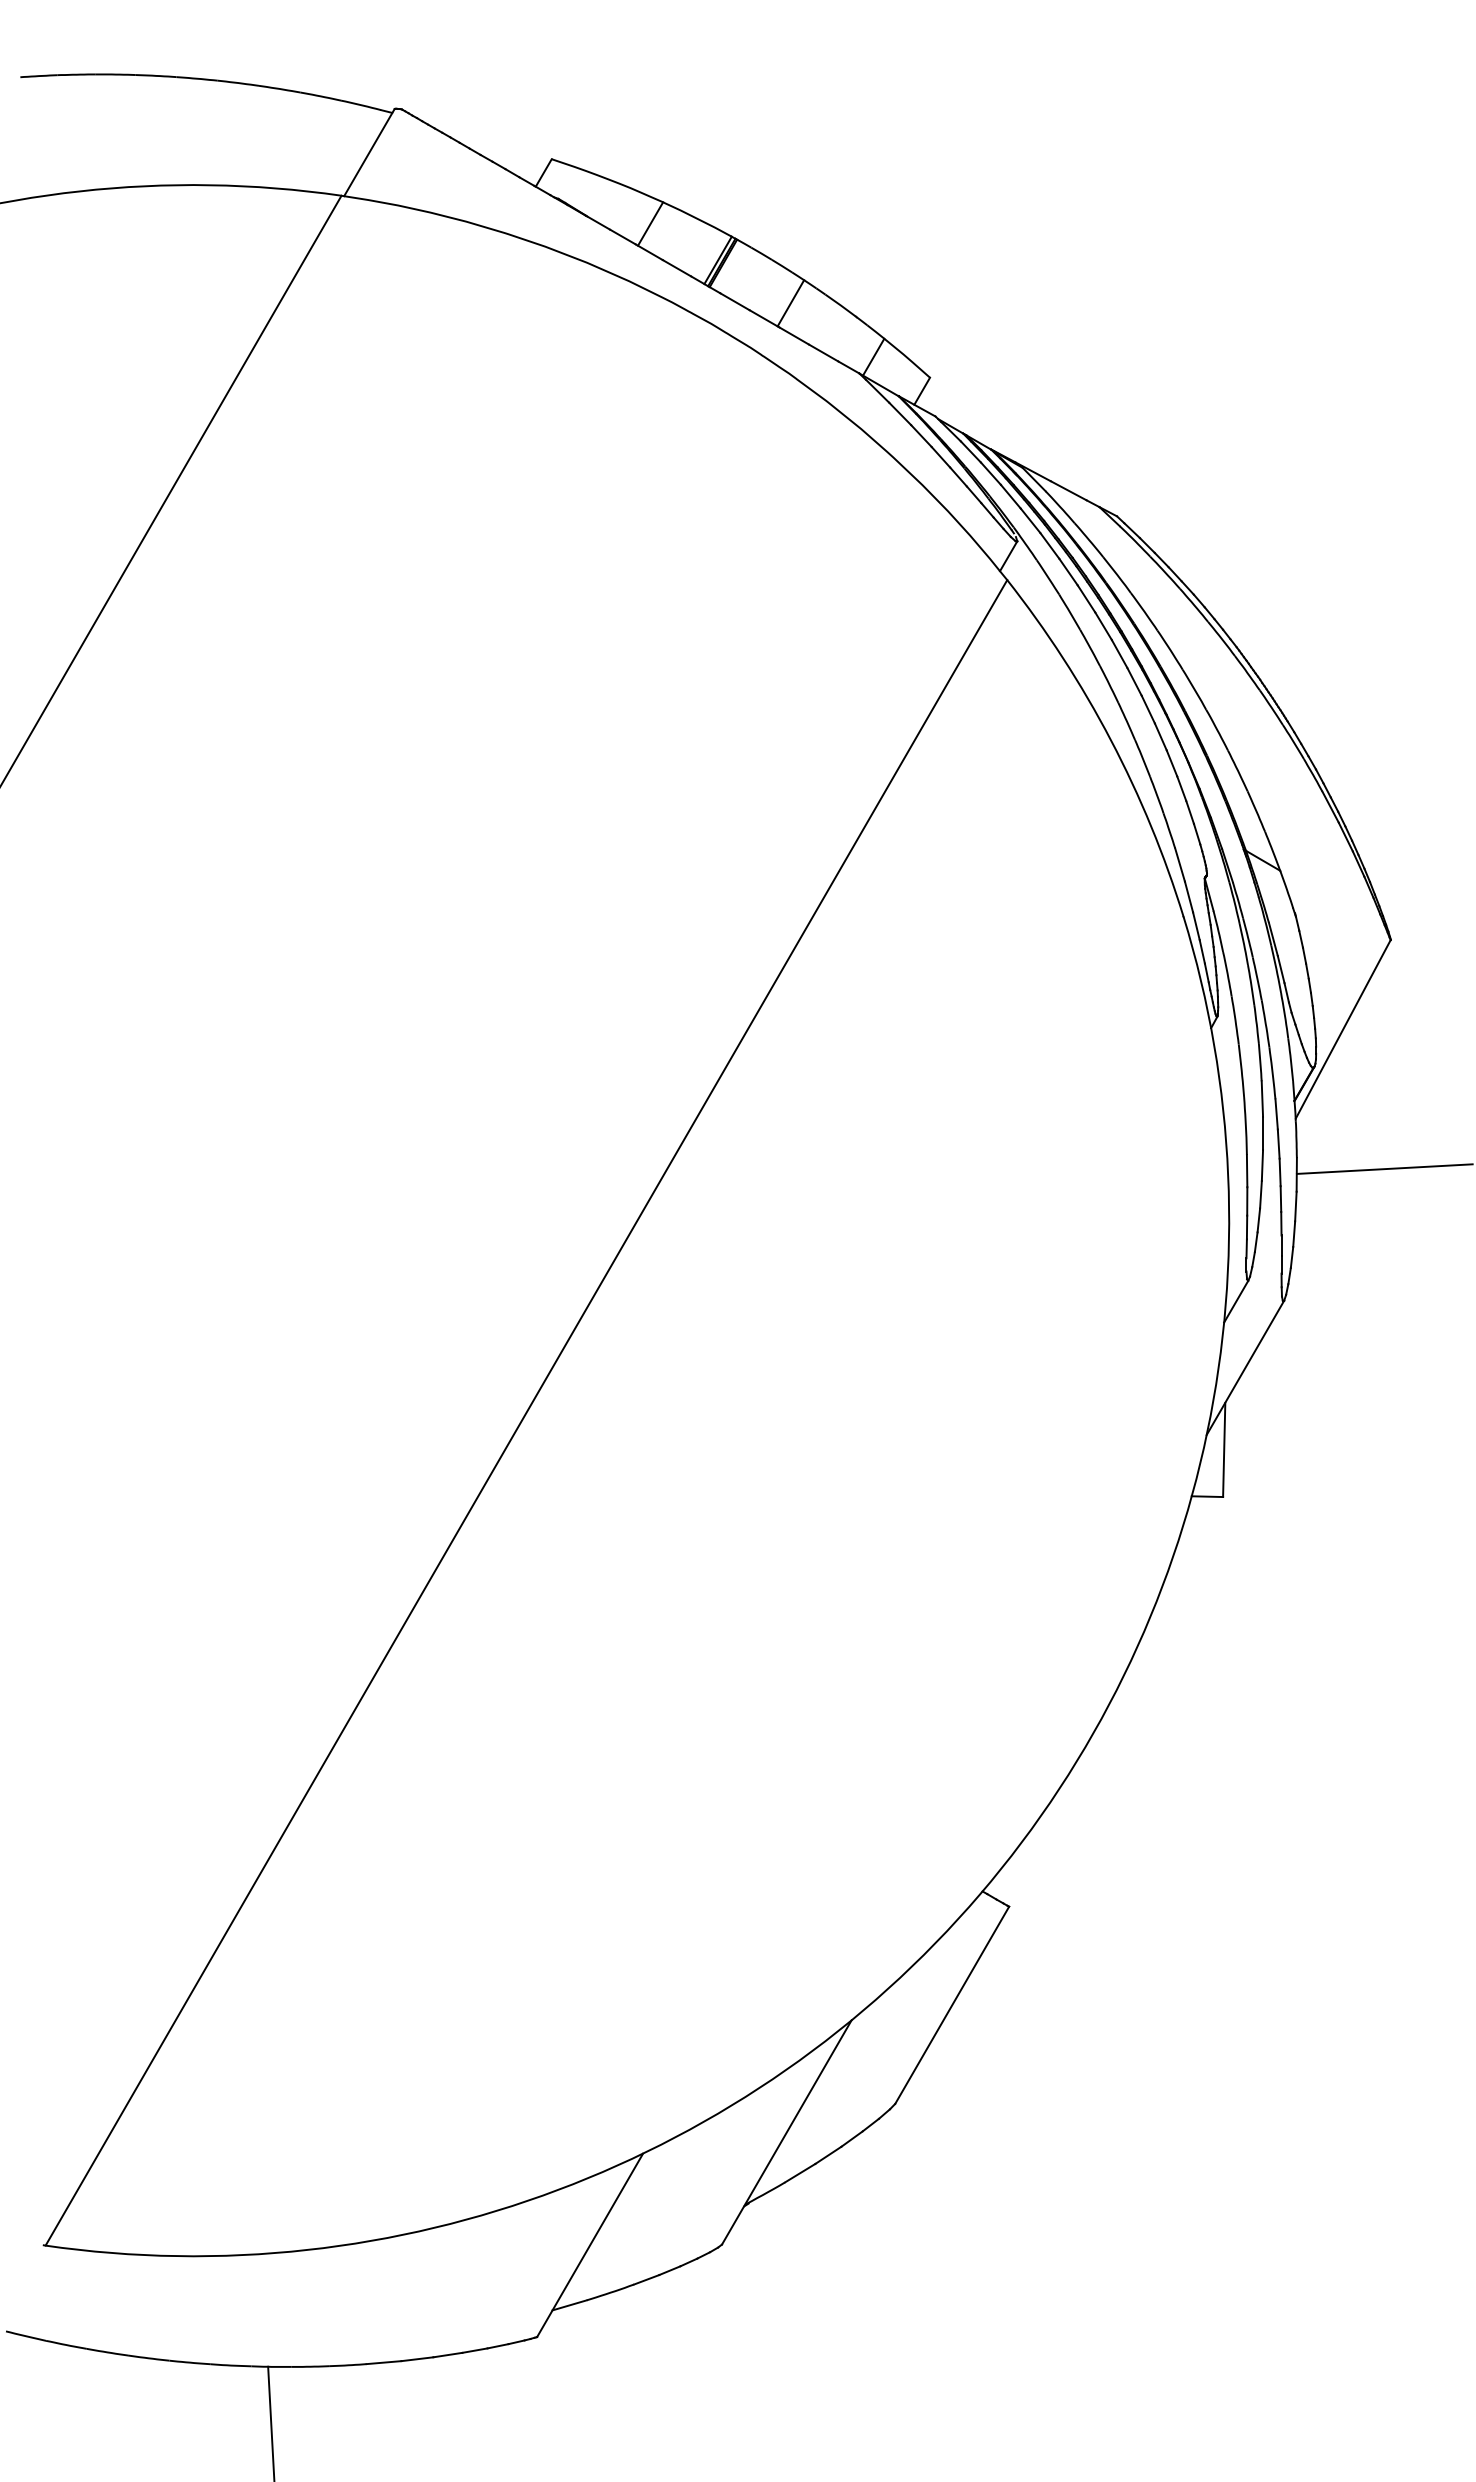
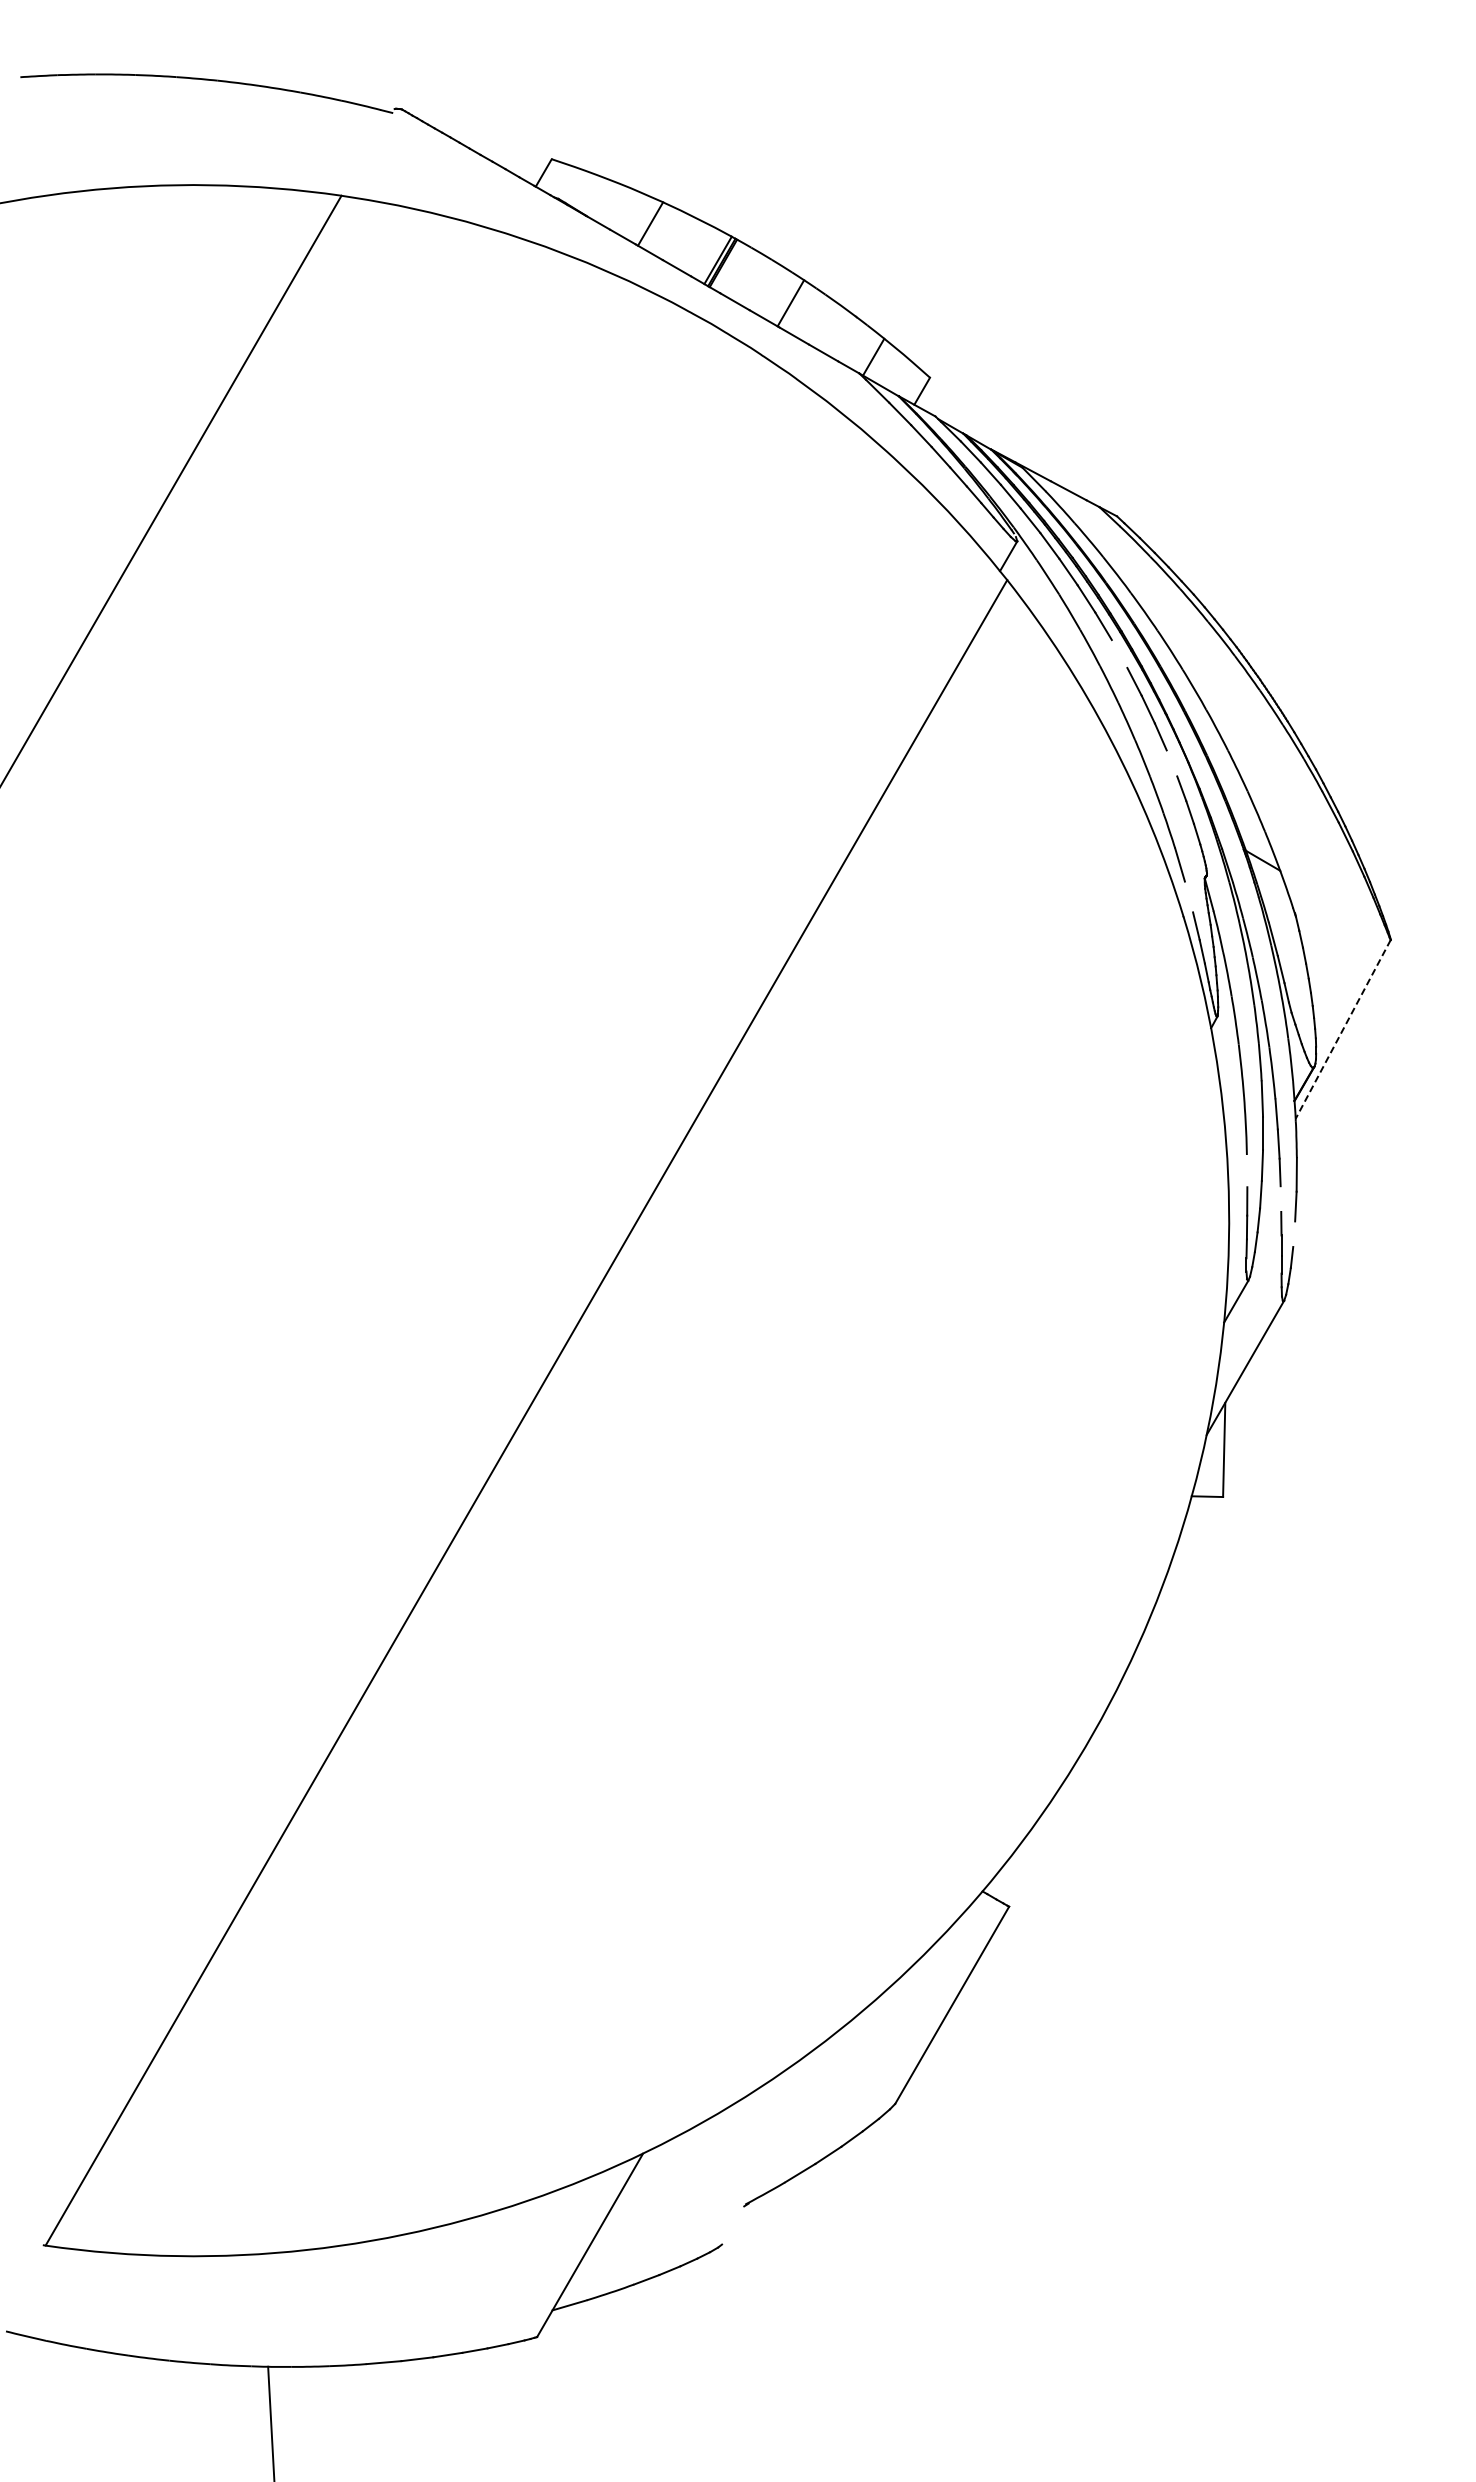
line at (369, 152): present -> none
line at (1119, 653): present -> none
line at (1171, 763): present -> none
line at (1188, 896): present -> none
line at (1342, 1029): solid -> dashed
line at (1384, 1168): present -> none
line at (1246, 1171): present -> none
line at (1280, 1198): present -> none
line at (1294, 1234): present -> none
line at (786, 2132): present -> none
